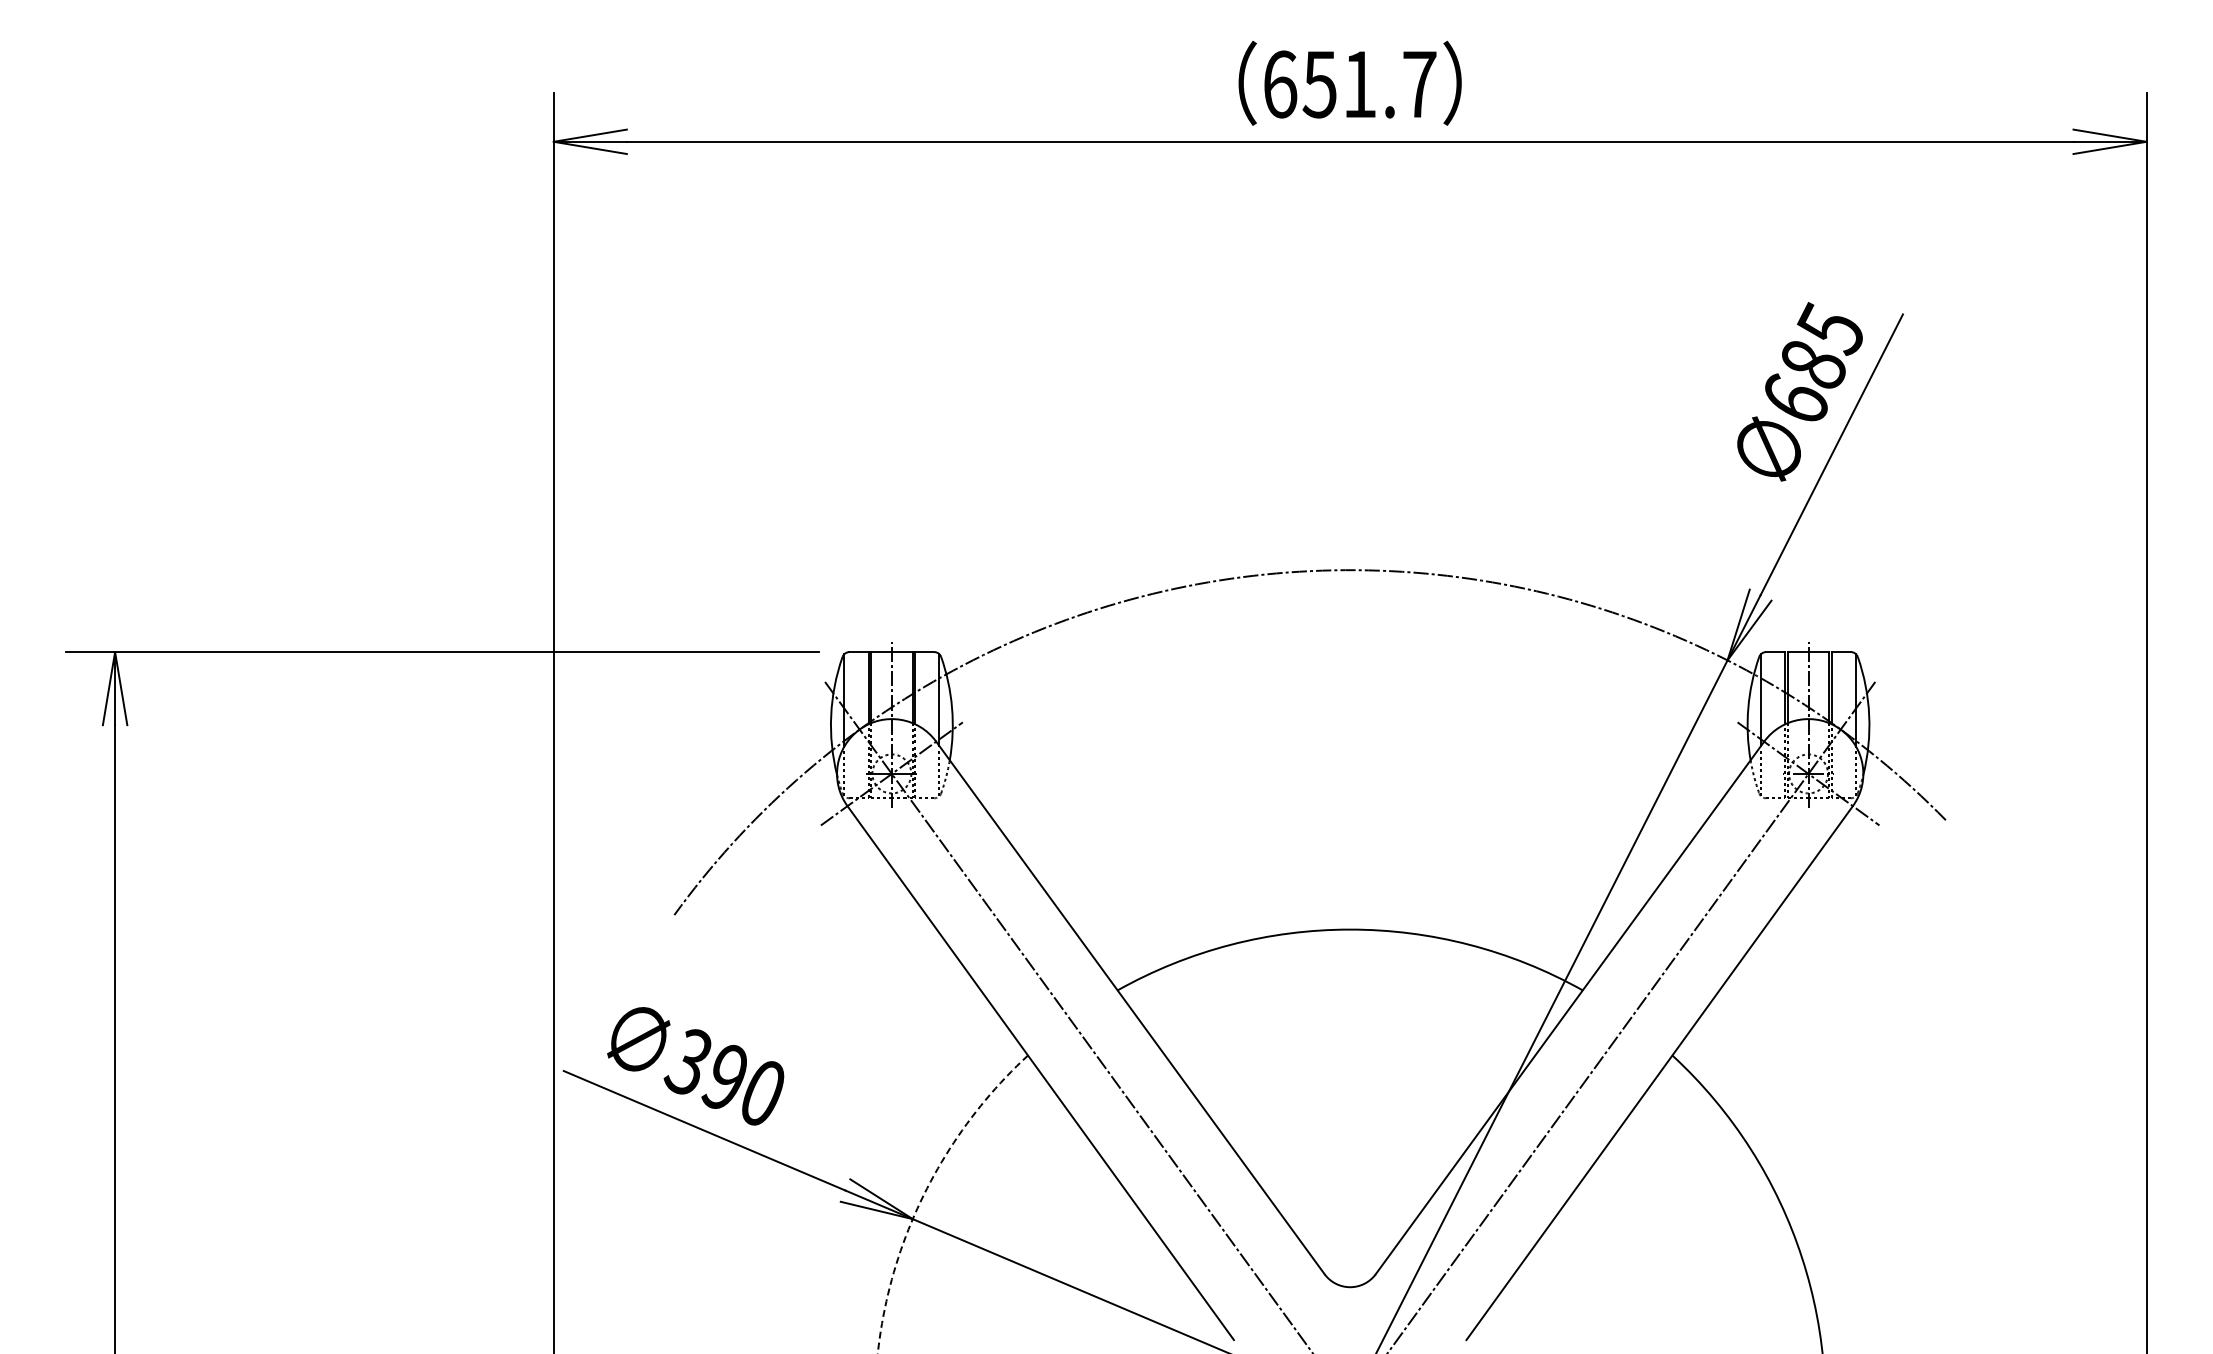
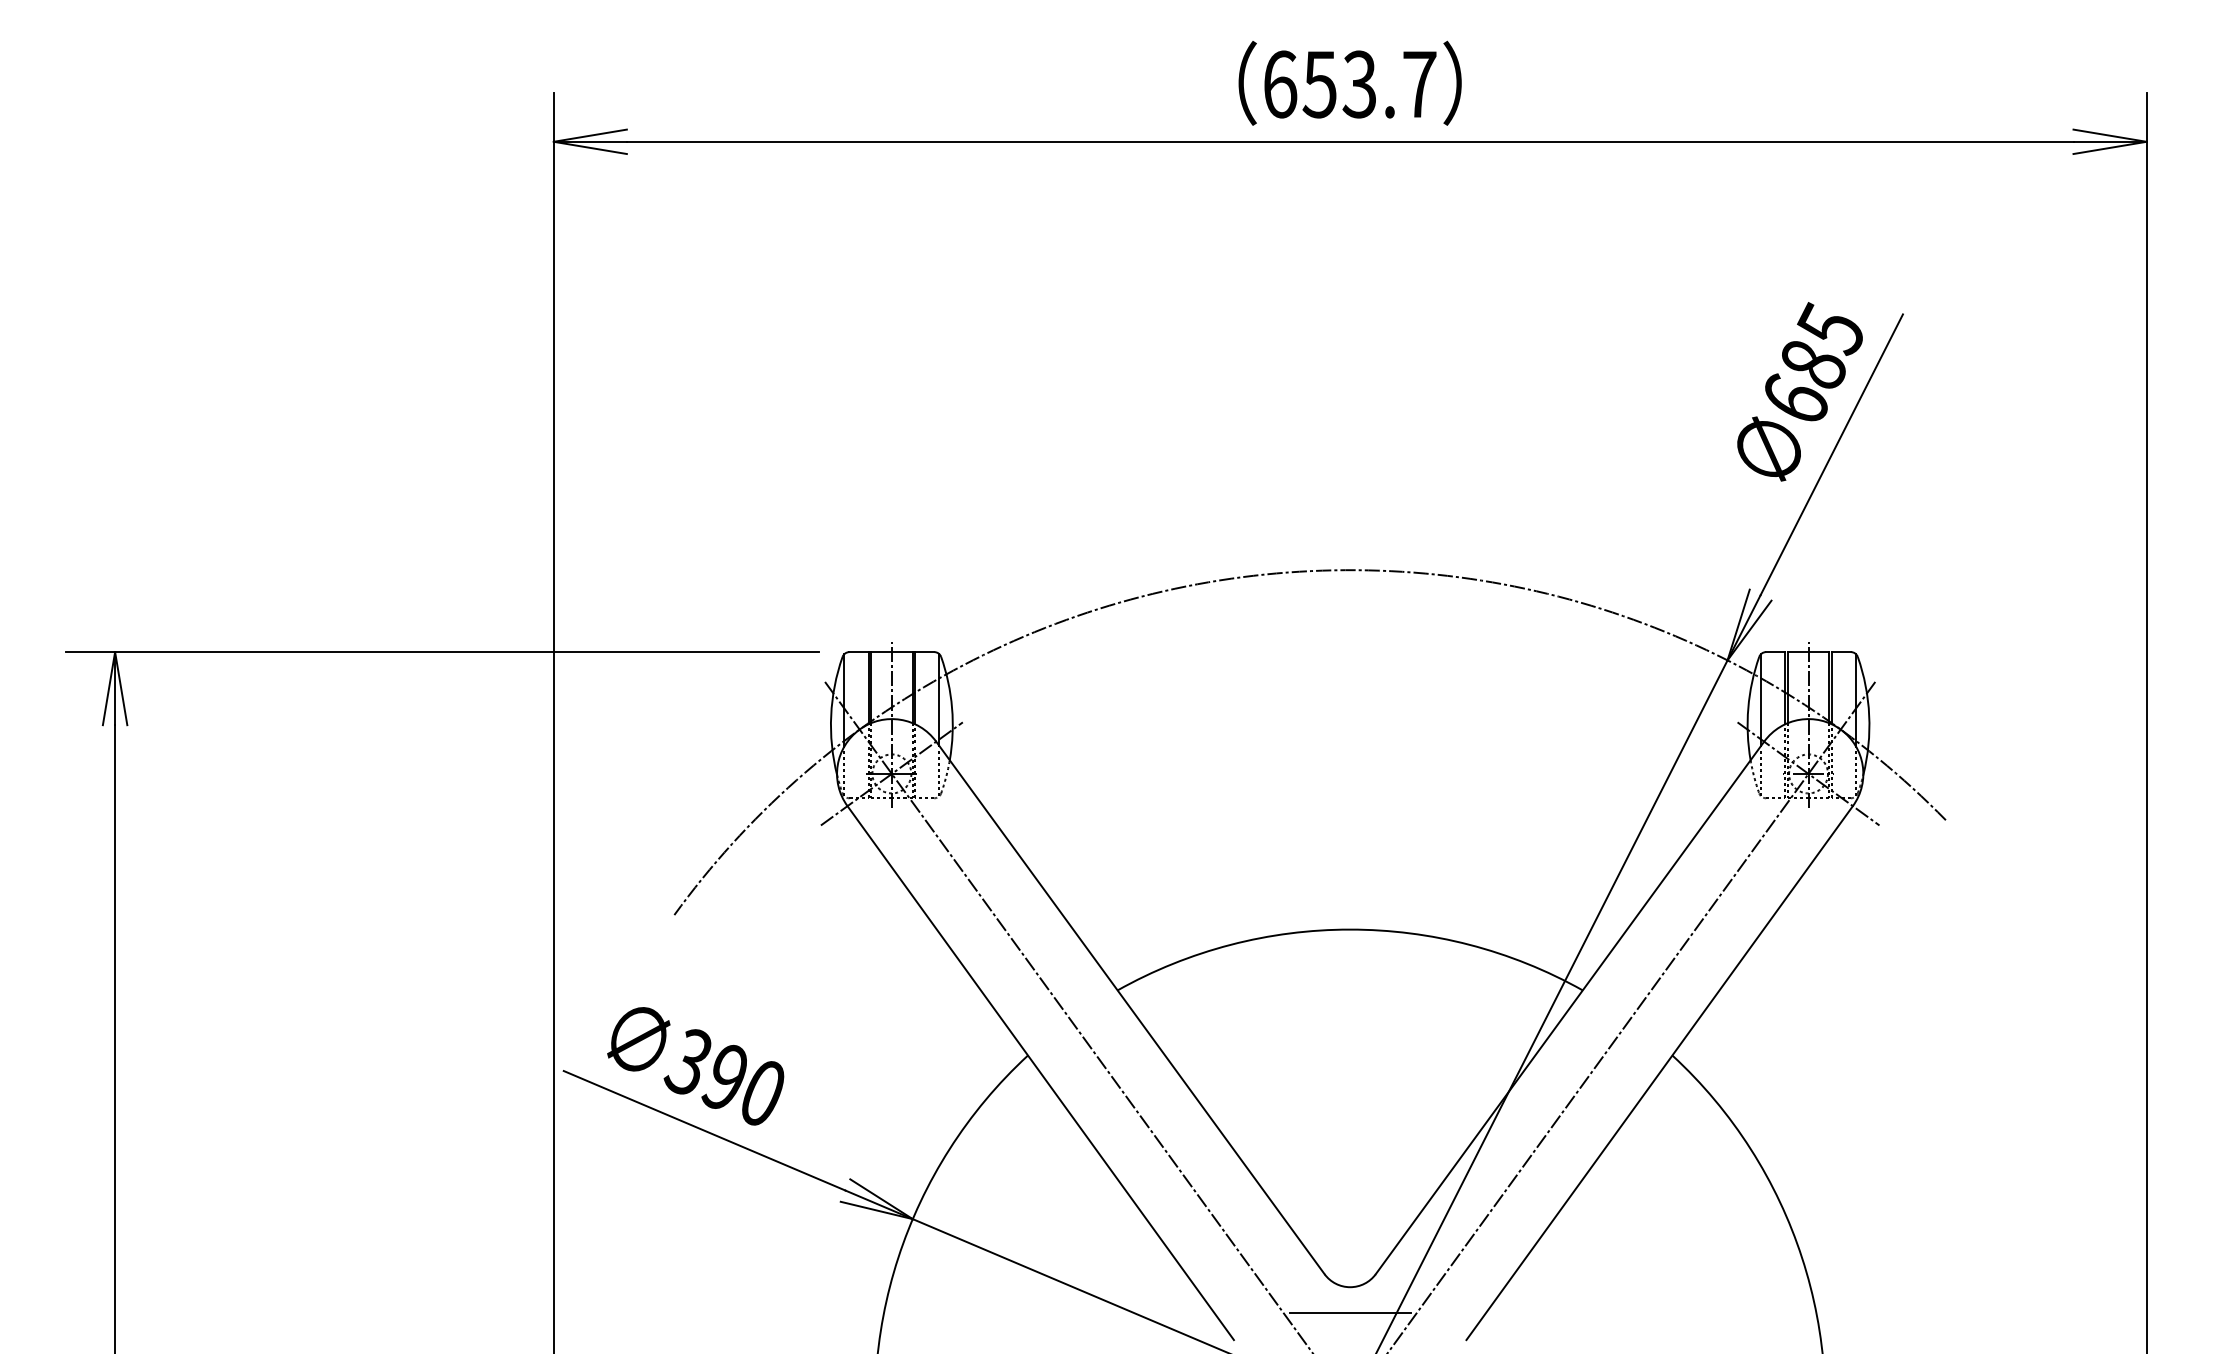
text at (1358, 84): 651.7 -> 653.7
arc at (925, 1191): dashed -> solid
line at (1349, 1313): none -> present
